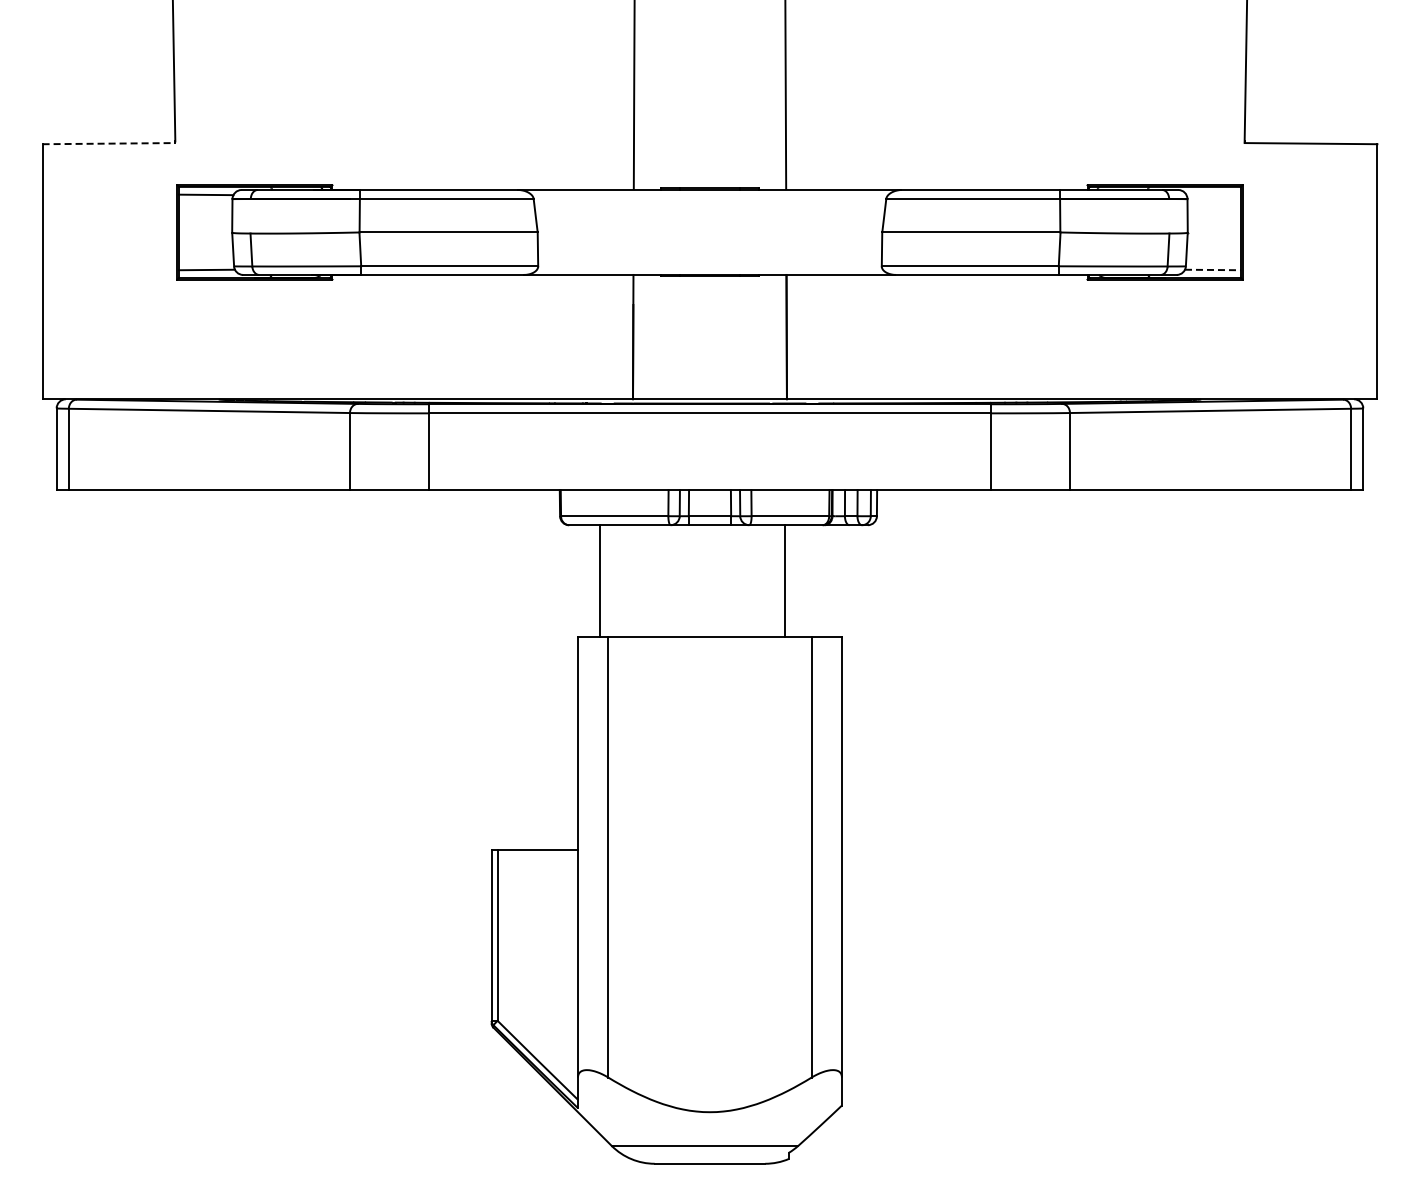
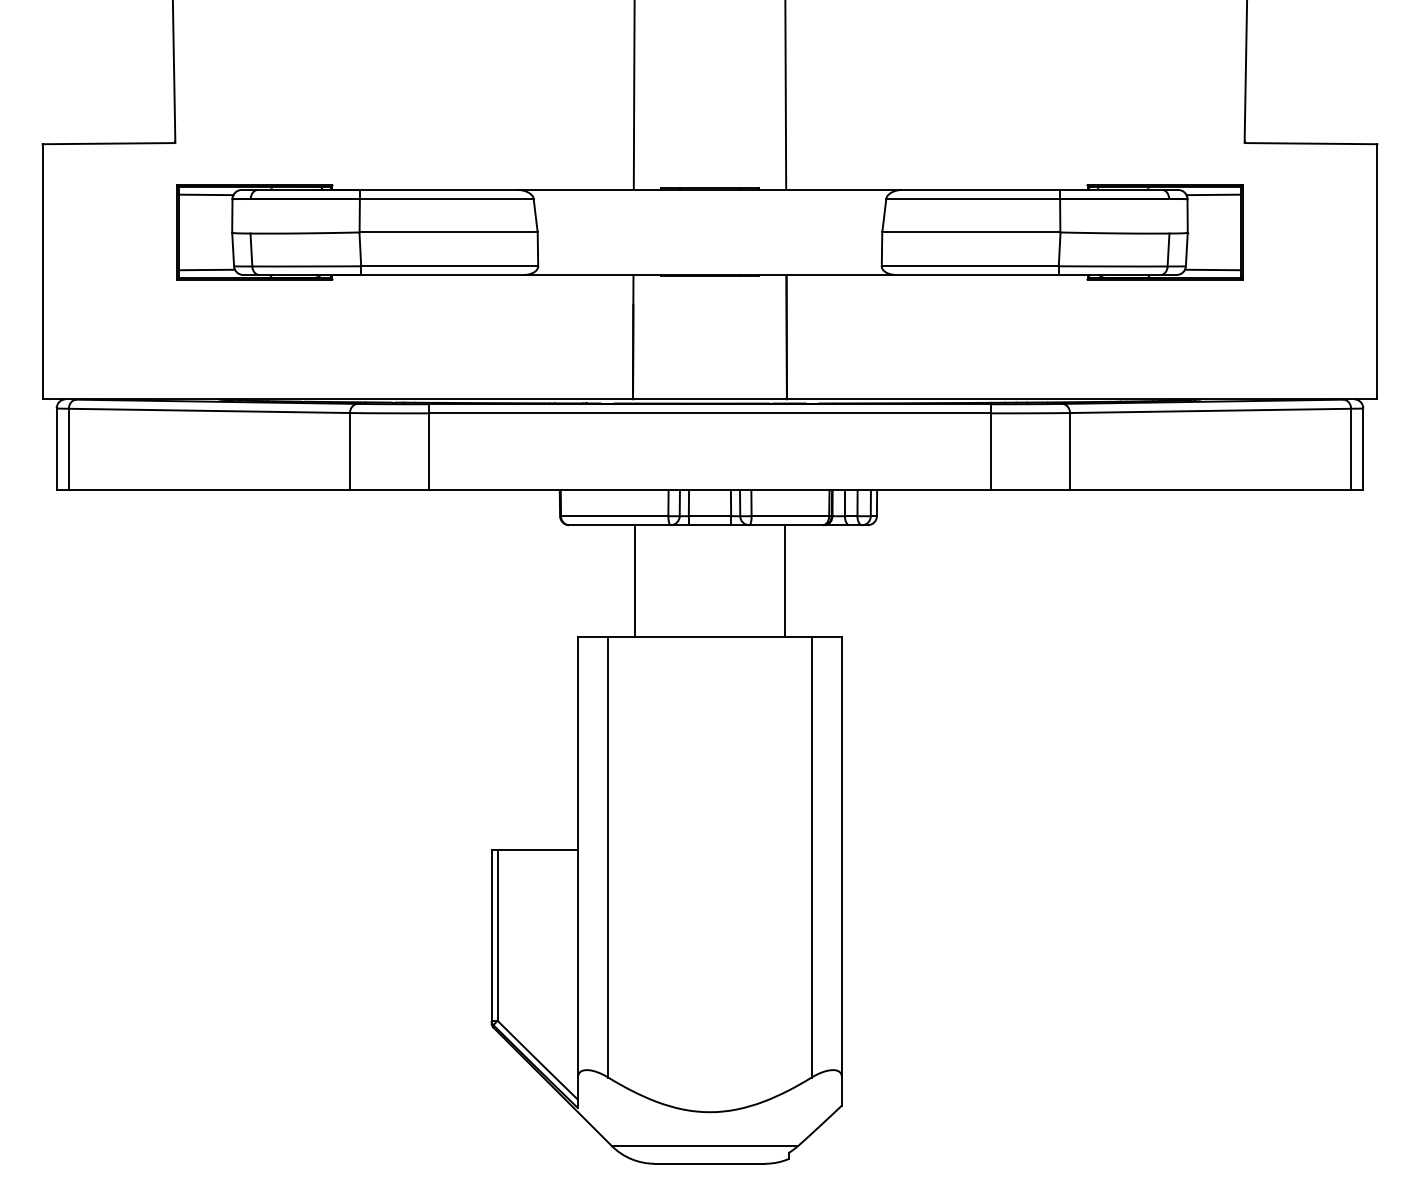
line at (109, 143): dashed -> solid
line at (1213, 194): none -> present
line at (1212, 270): dashed -> solid
line at (600, 581) position: (600, 581) -> (635, 581)
